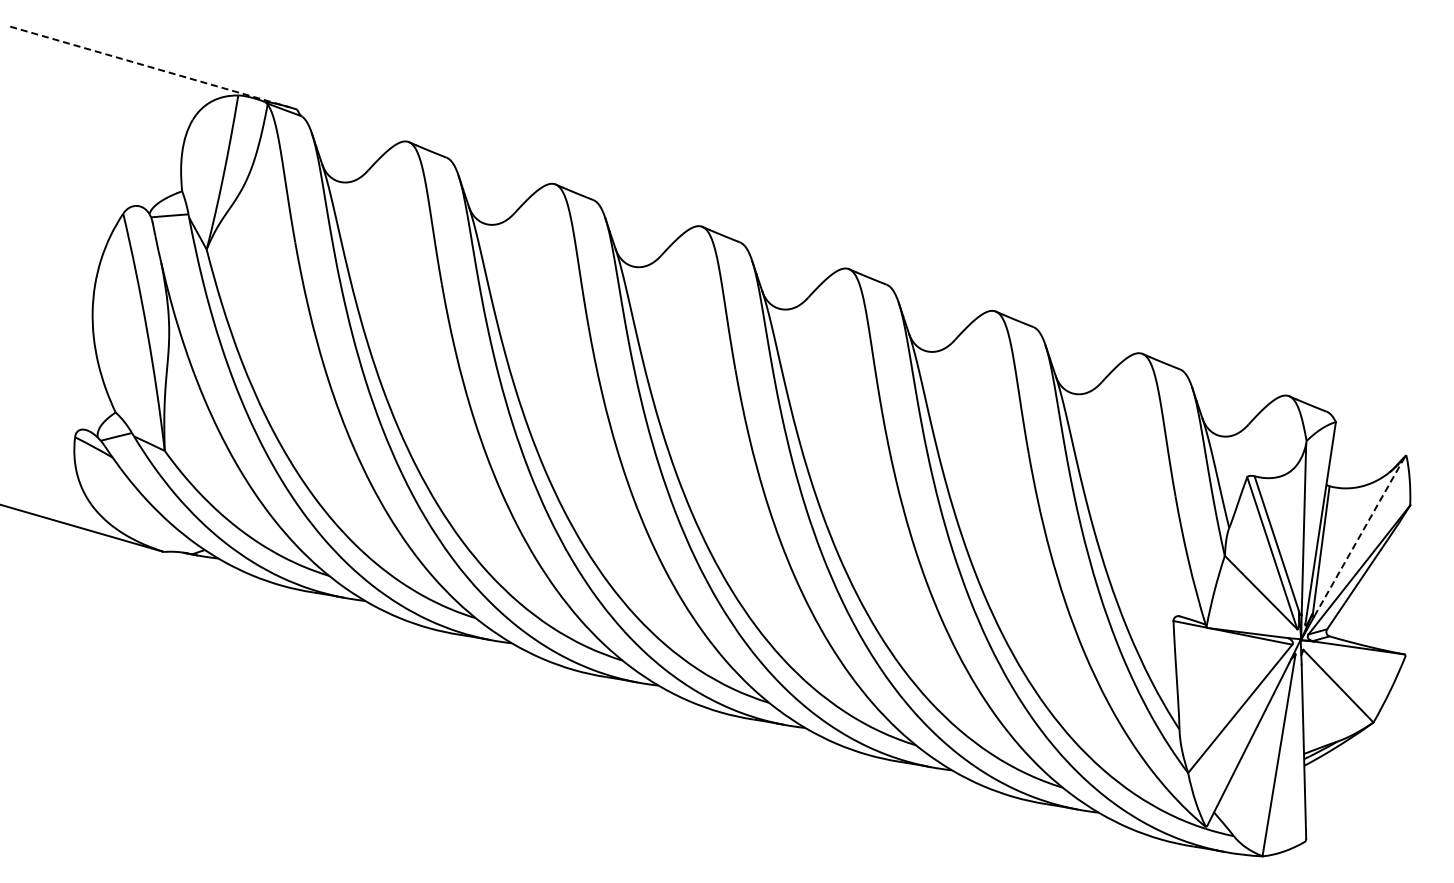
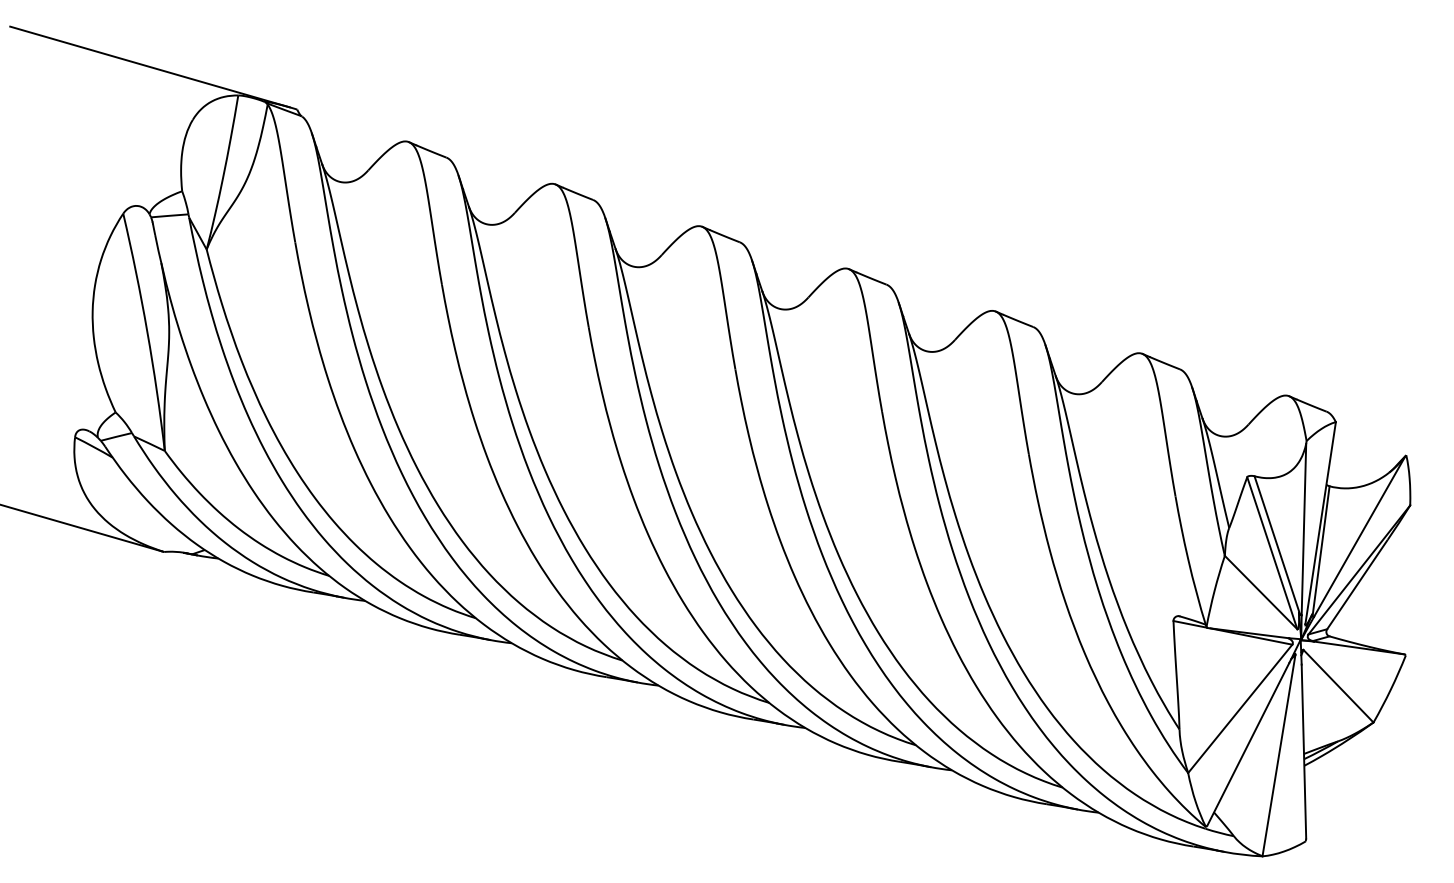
line at (150, 67): dashed -> solid
line at (1359, 536): dashed -> solid
